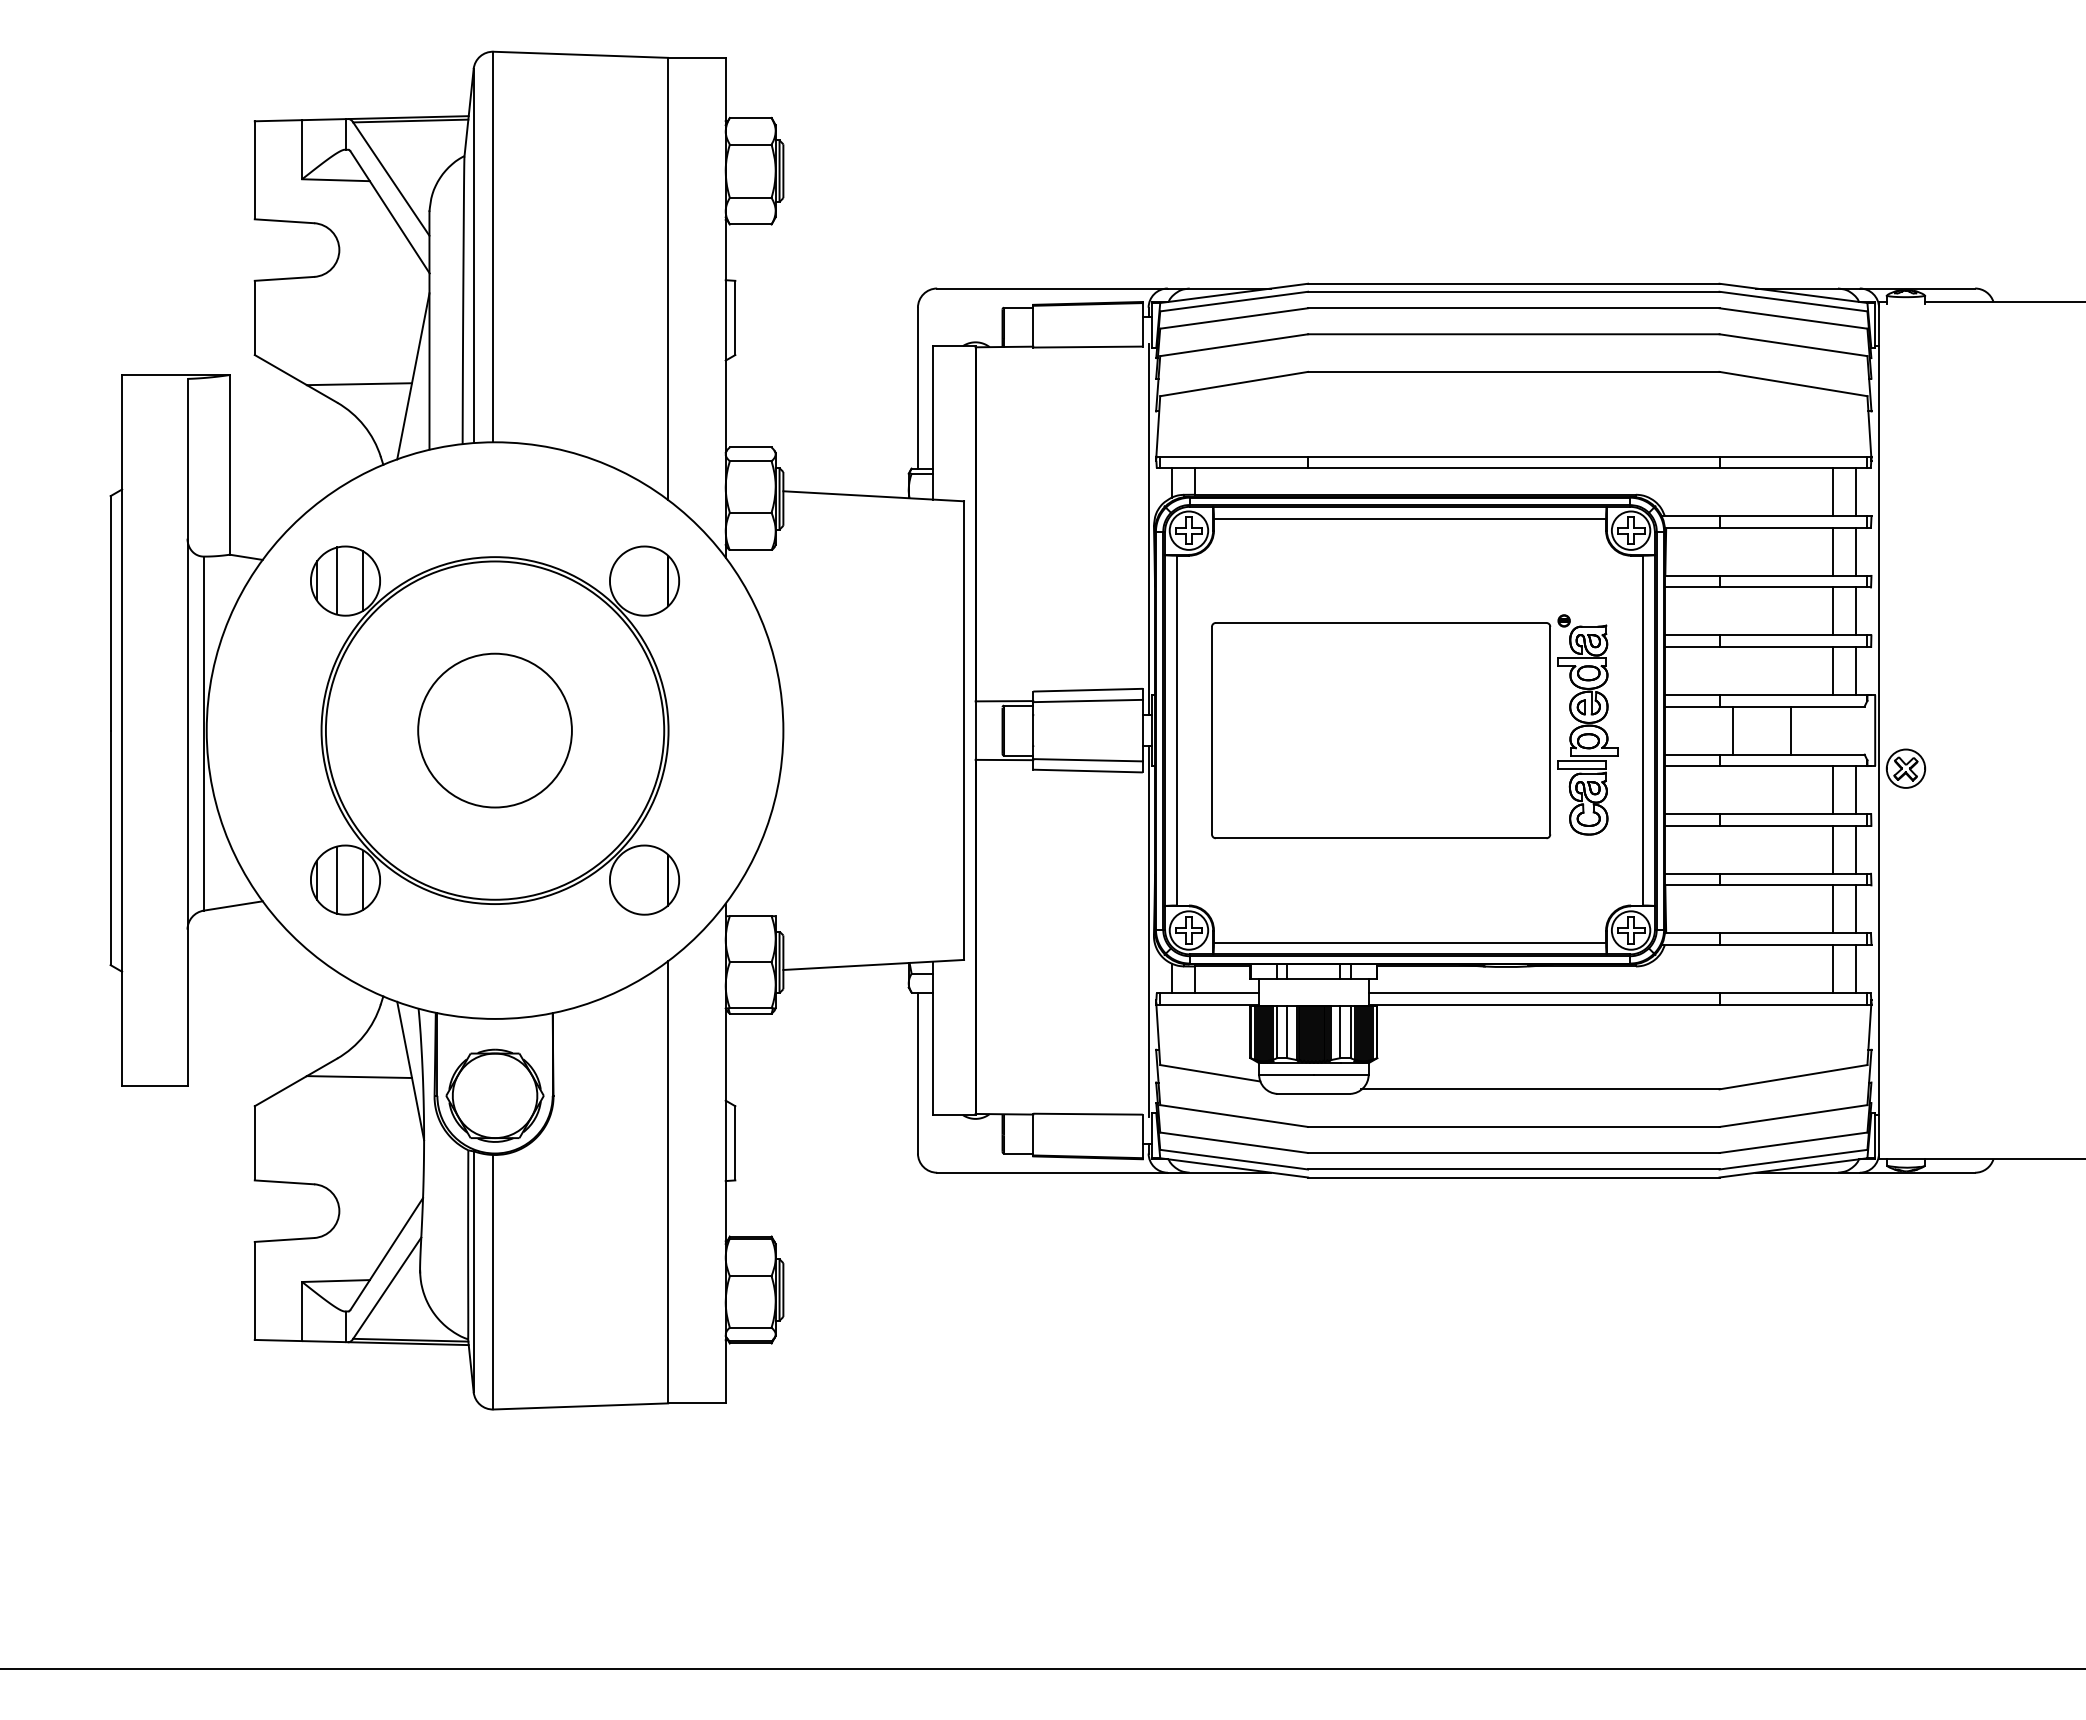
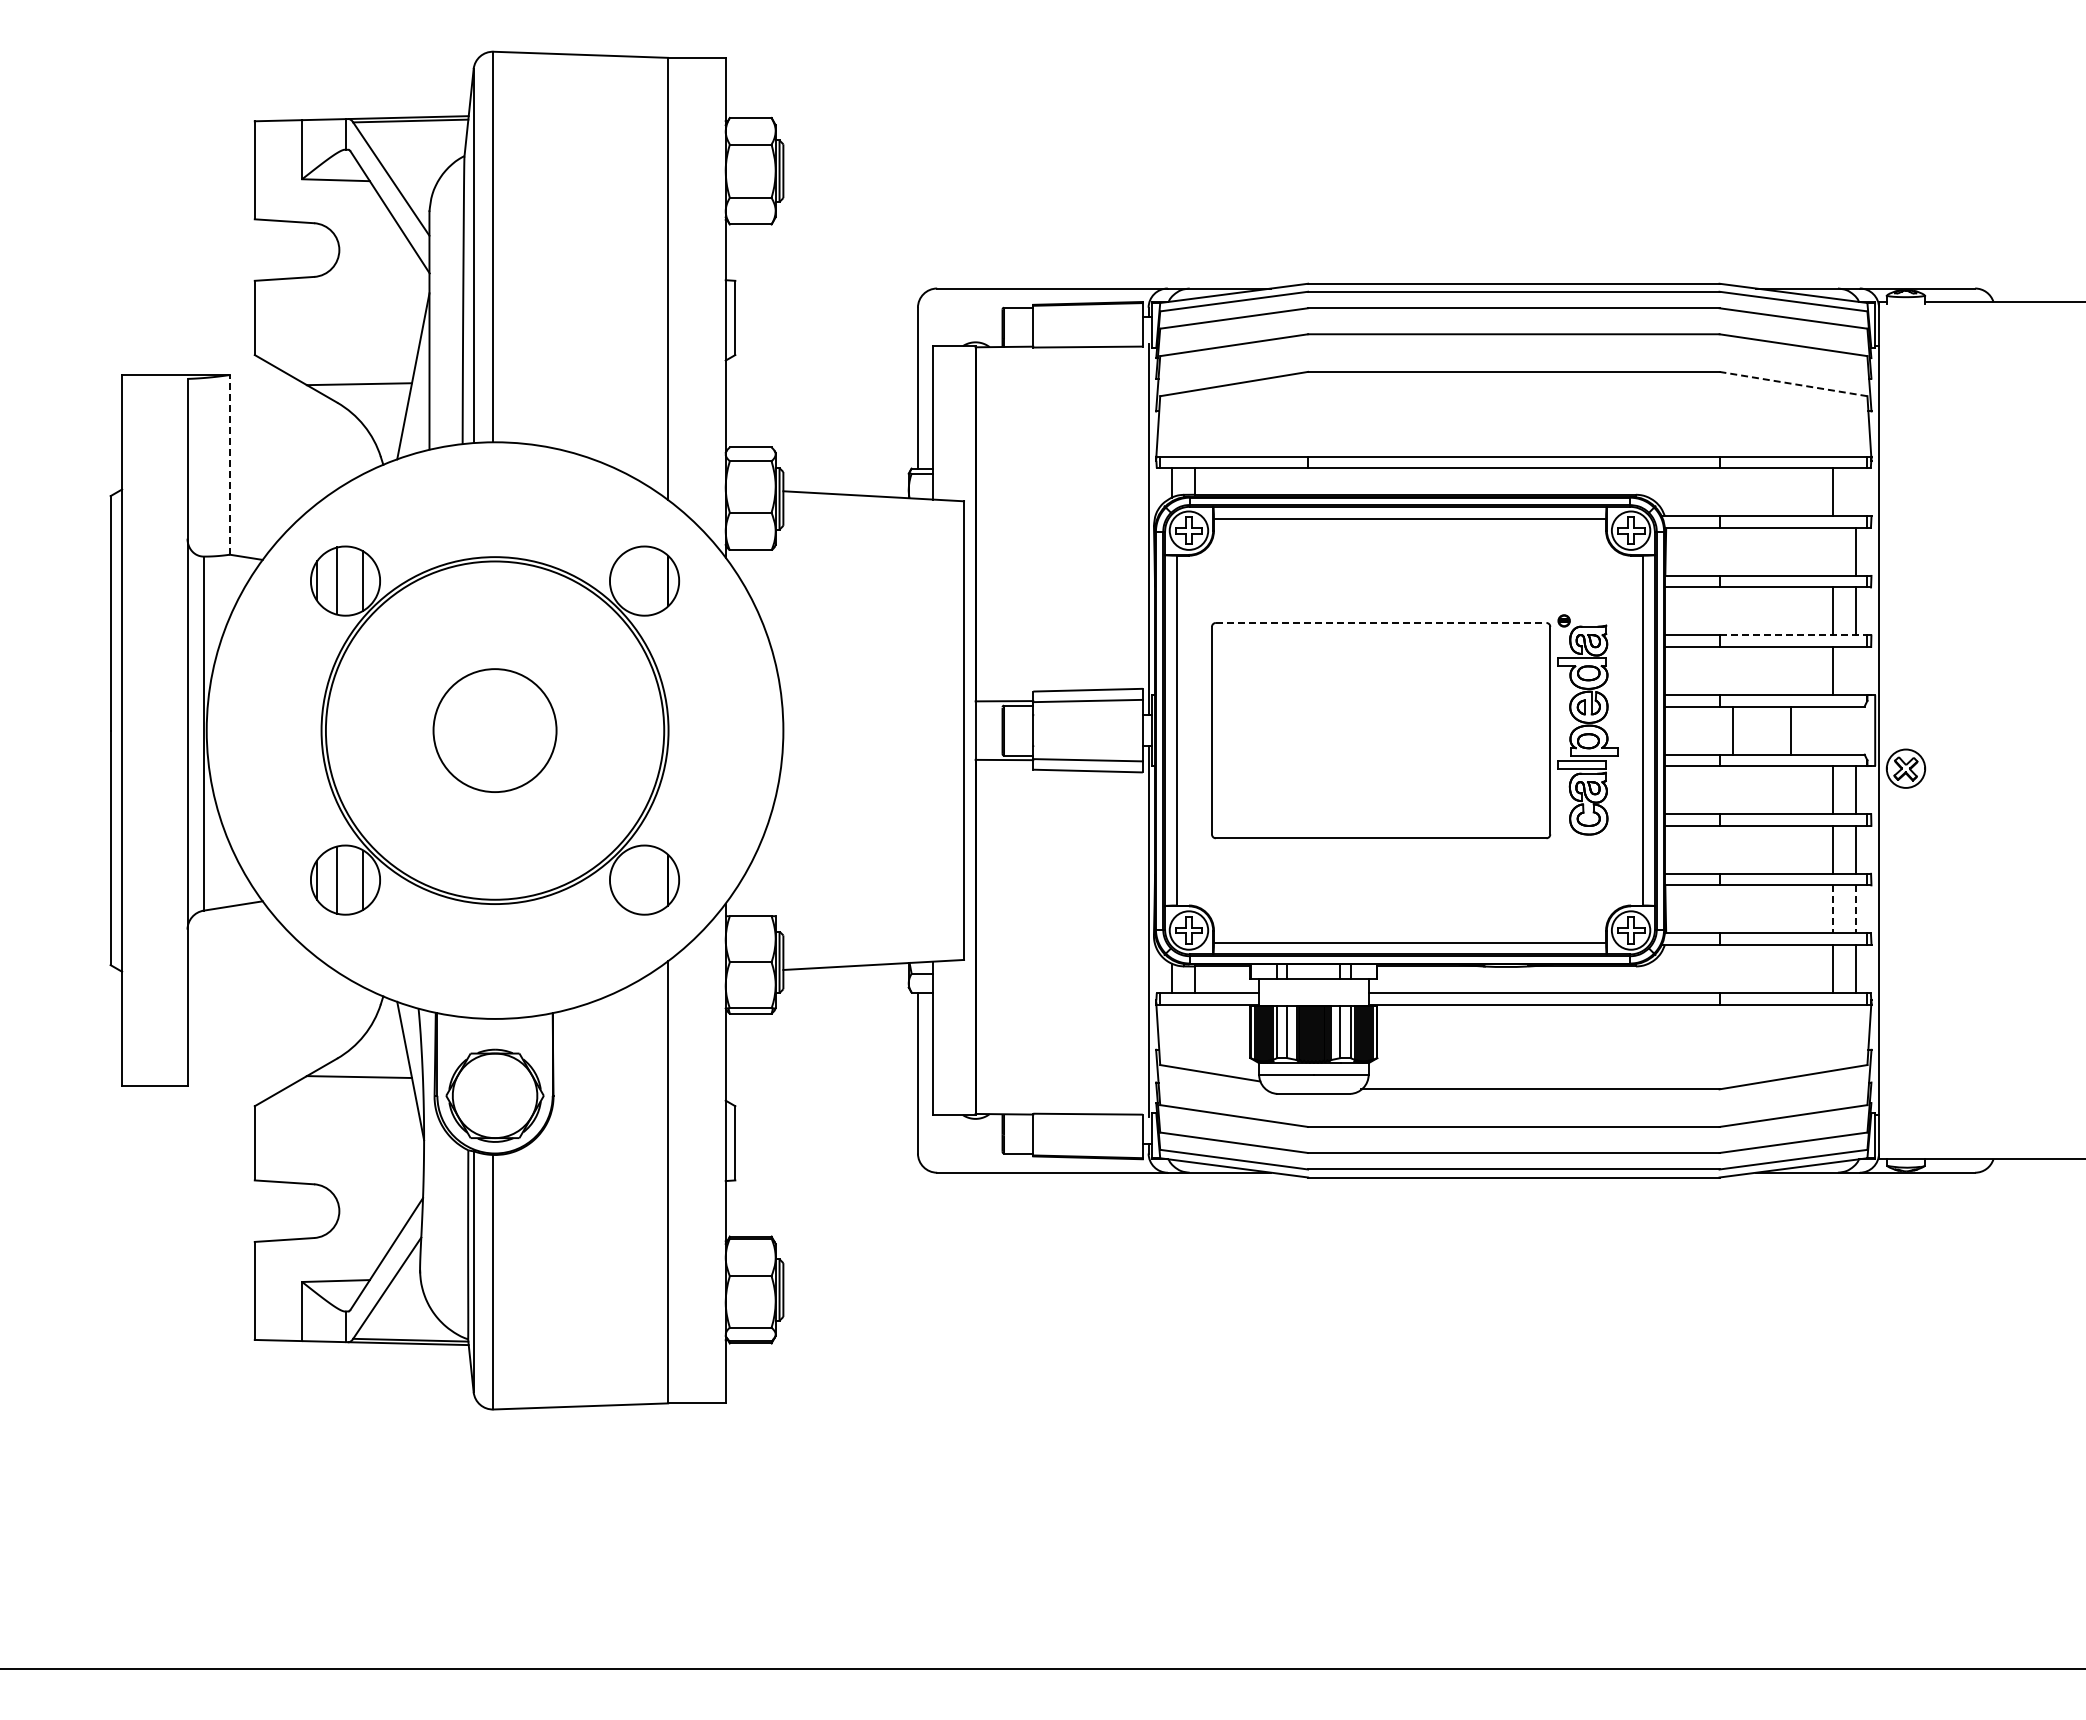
line at (1793, 384): solid -> dashed
line at (229, 464): solid -> dashed
line at (1855, 492): present -> none
line at (1832, 551): present -> none
line at (1381, 622): solid -> dashed
line at (1793, 635): solid -> dashed
line at (1855, 671): present -> none
circle at (494, 730) diameter: 154 px -> 123 px
line at (1832, 909): solid -> dashed
line at (1855, 909): solid -> dashed
